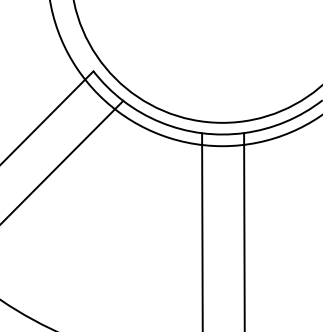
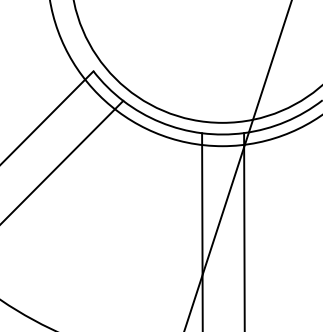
line at (238, 165): none -> present
